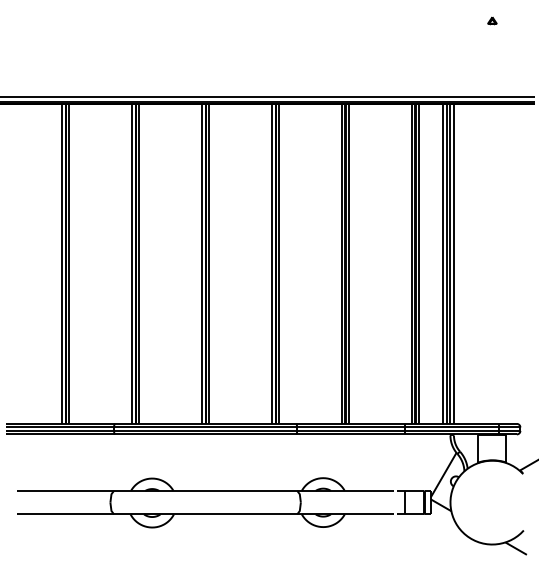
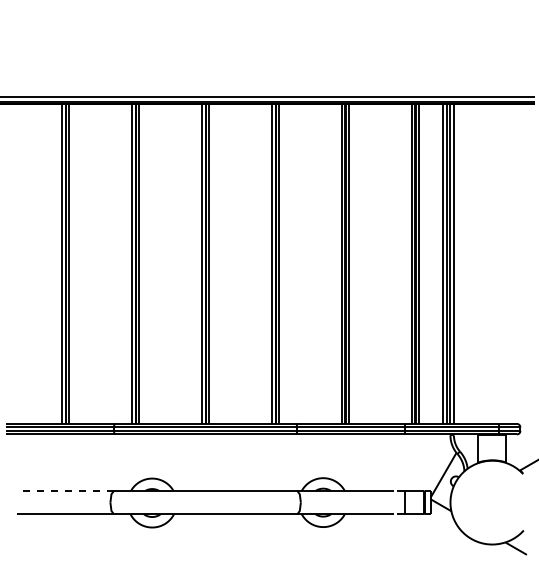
part at (492, 20): present -> none
line at (65, 490): solid -> dashed
